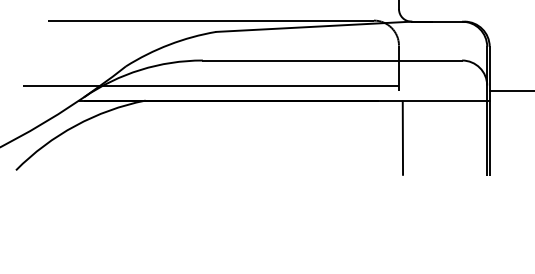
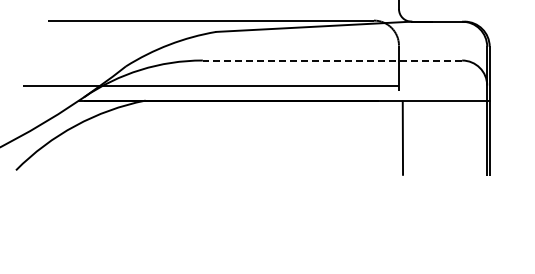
line at (332, 60): solid -> dashed
line at (510, 90): present -> none
